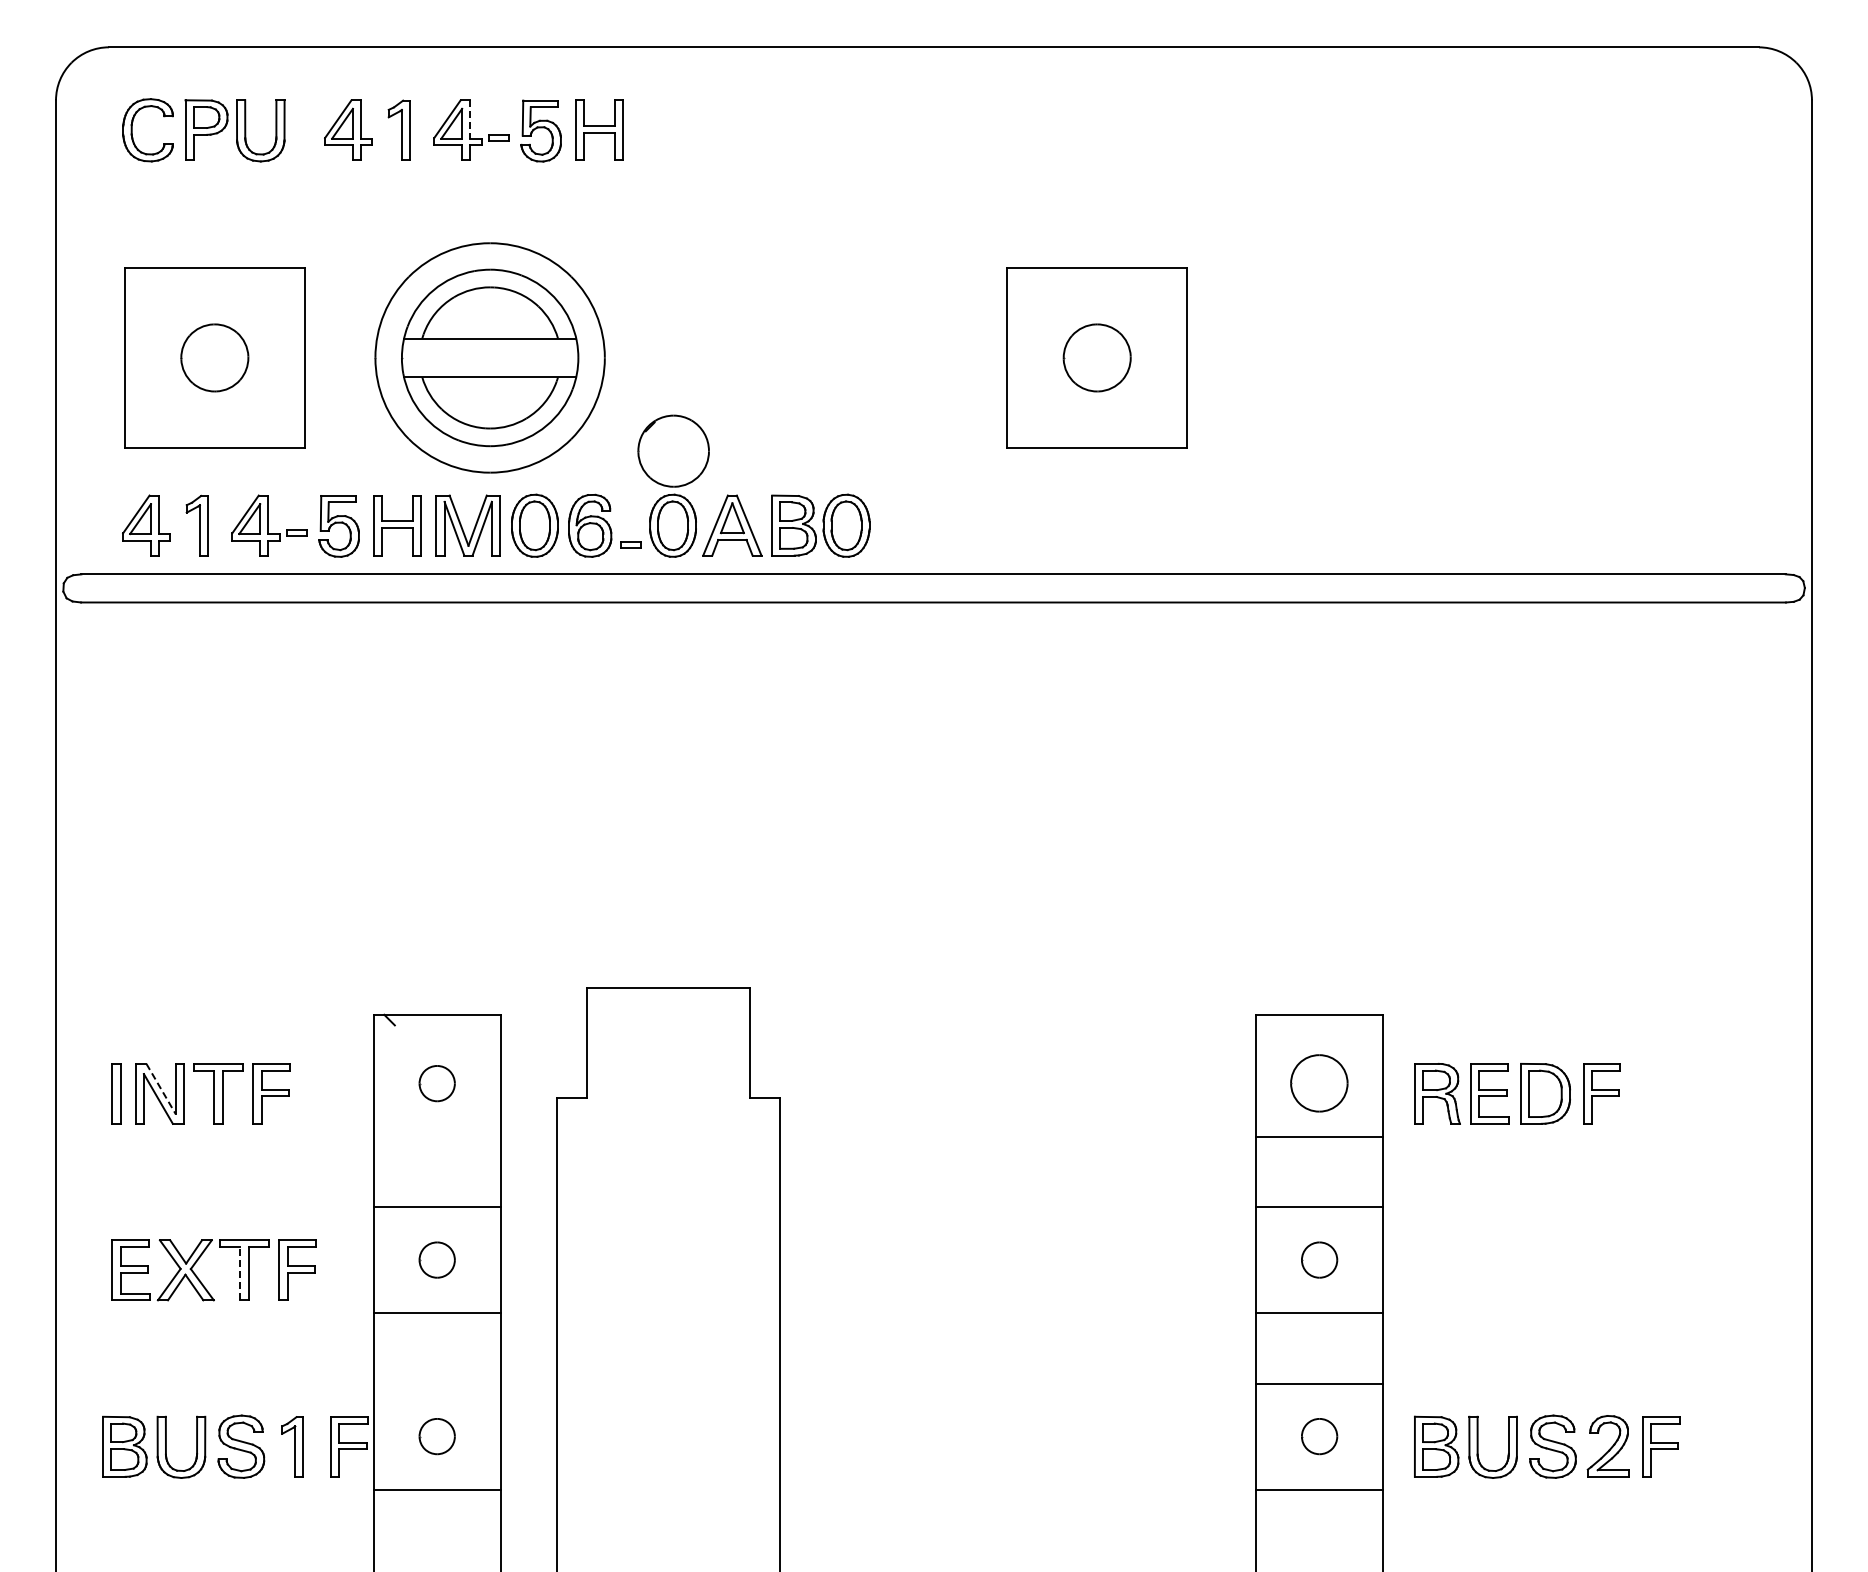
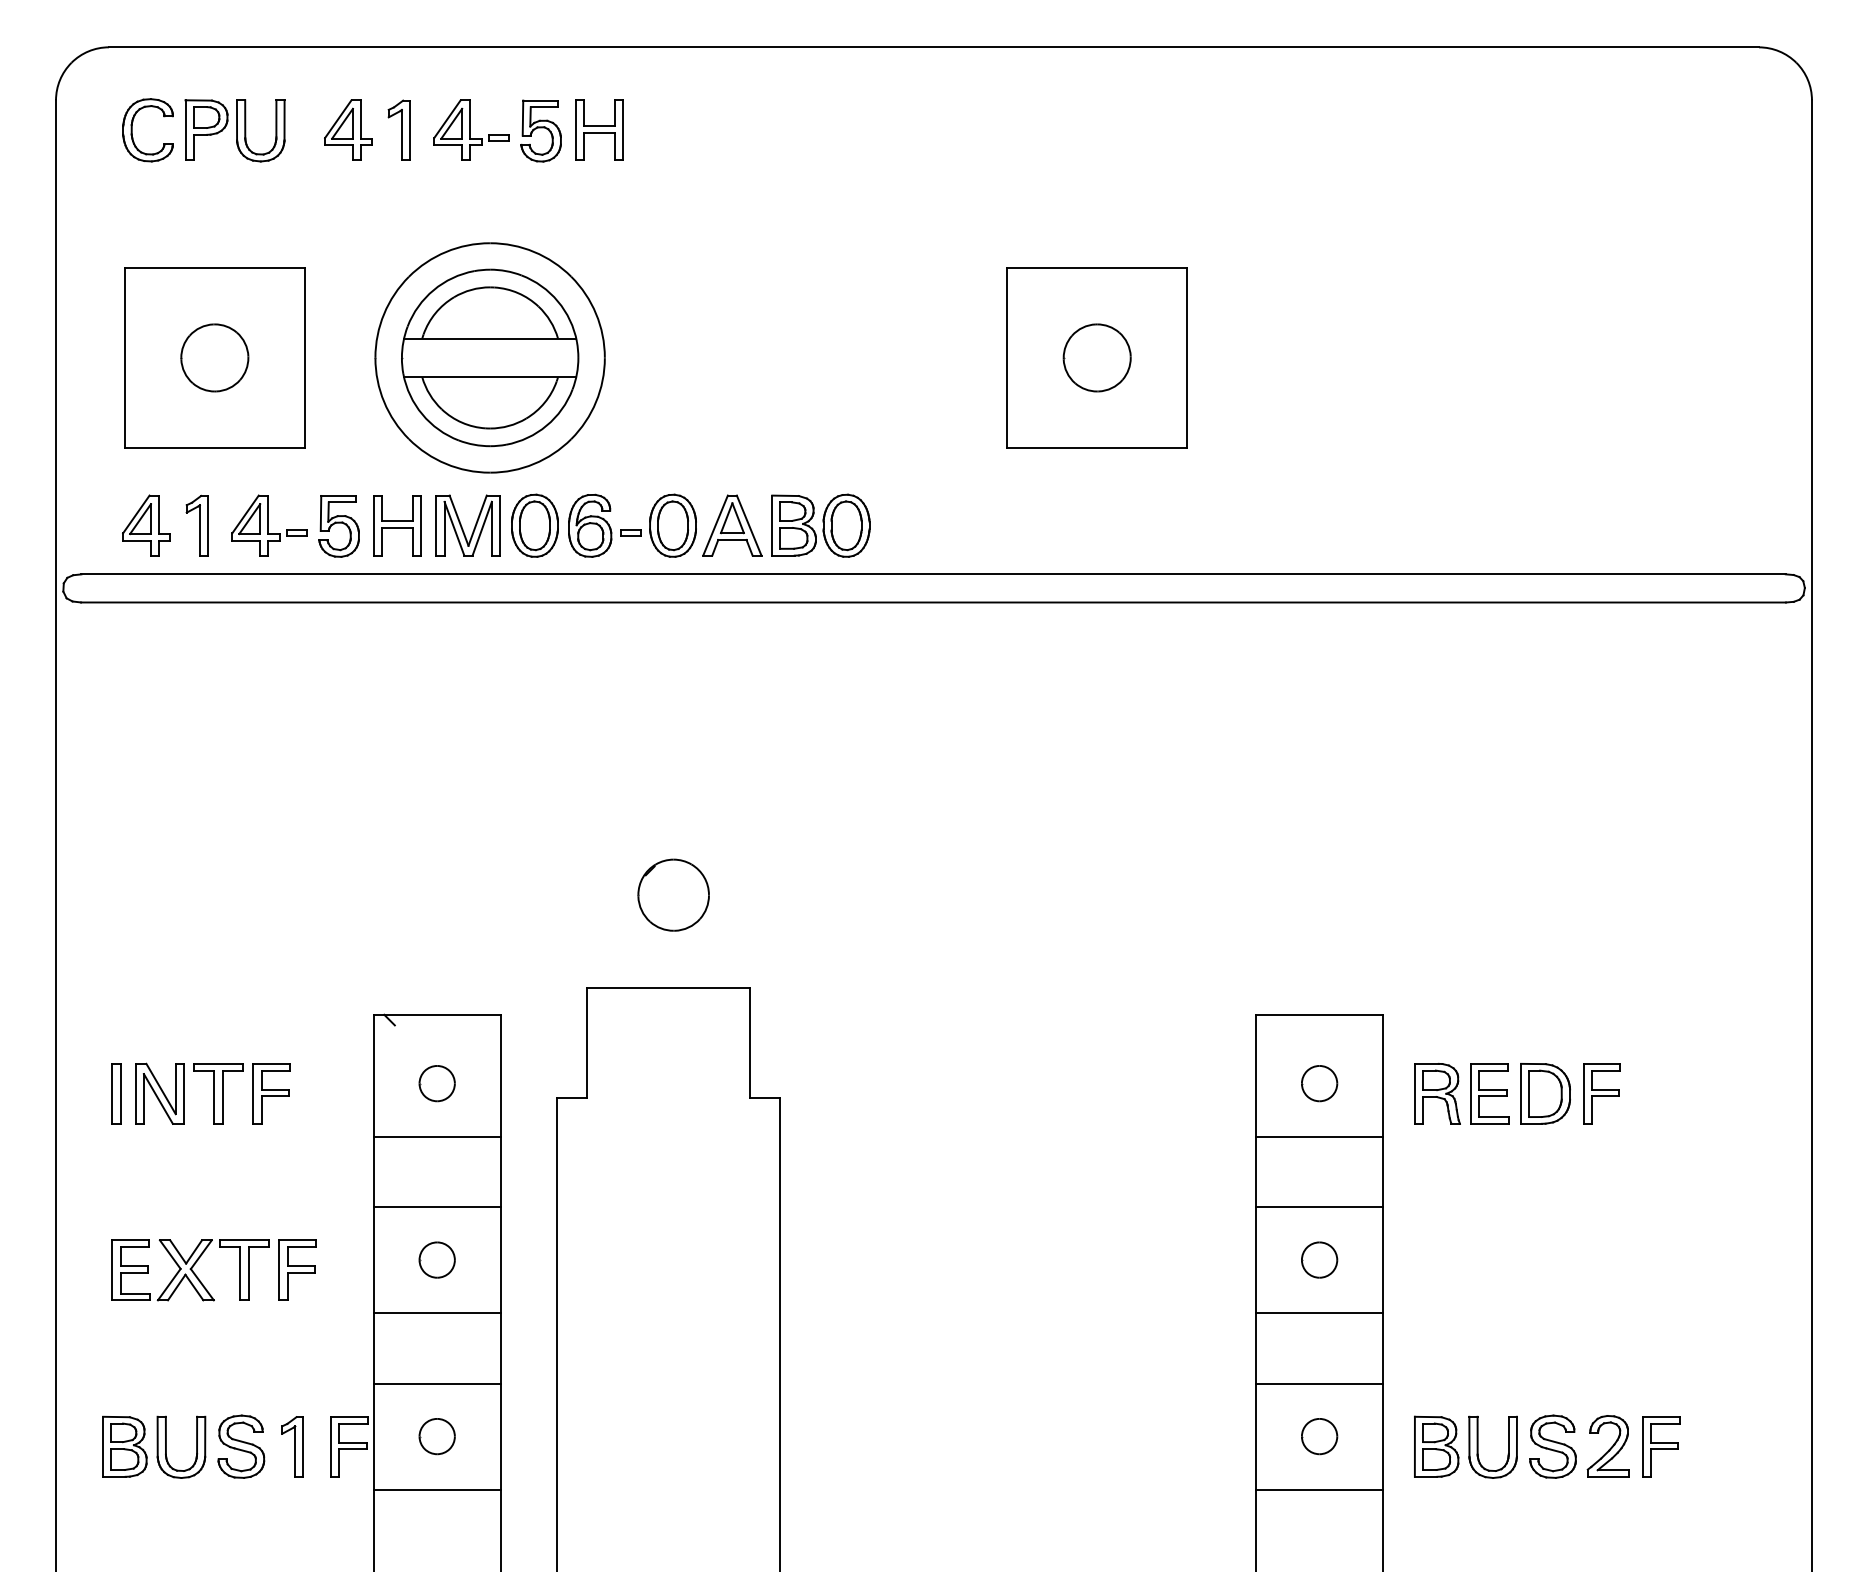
line at (470, 120): dashed -> solid
part at (673, 450) position: (673, 450) -> (673, 894)
part at (630, 544) position: (630, 544) -> (630, 532)
part at (1319, 1083) size: 59x59 px -> 38x38 px
line at (161, 1089): dashed -> solid
line at (436, 1136): none -> present
line at (240, 1273): dashed -> solid
line at (436, 1383): none -> present
